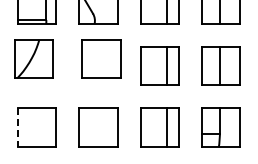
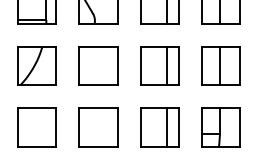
part at (33, 58) position: (33, 58) -> (36, 65)
part at (101, 58) position: (101, 58) -> (98, 65)
line at (18, 128): dashed -> solid
